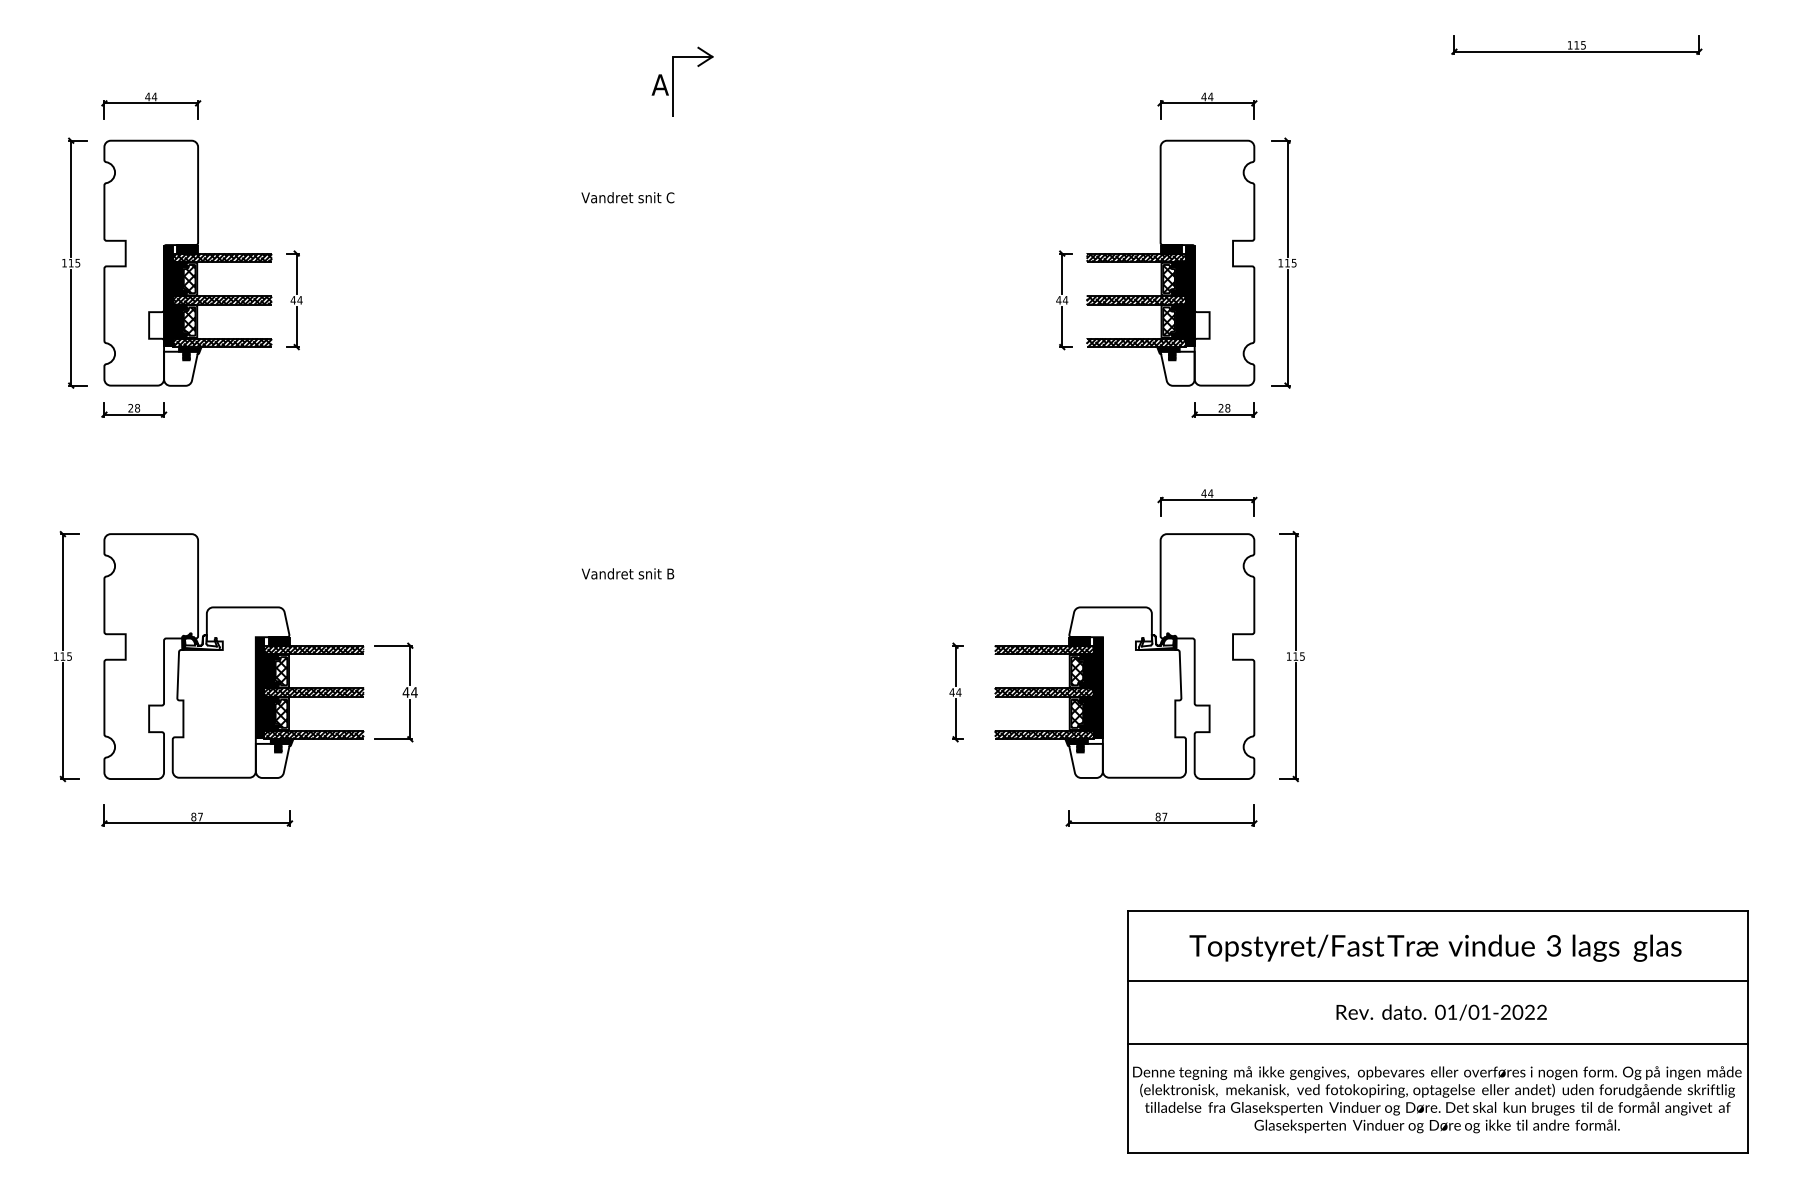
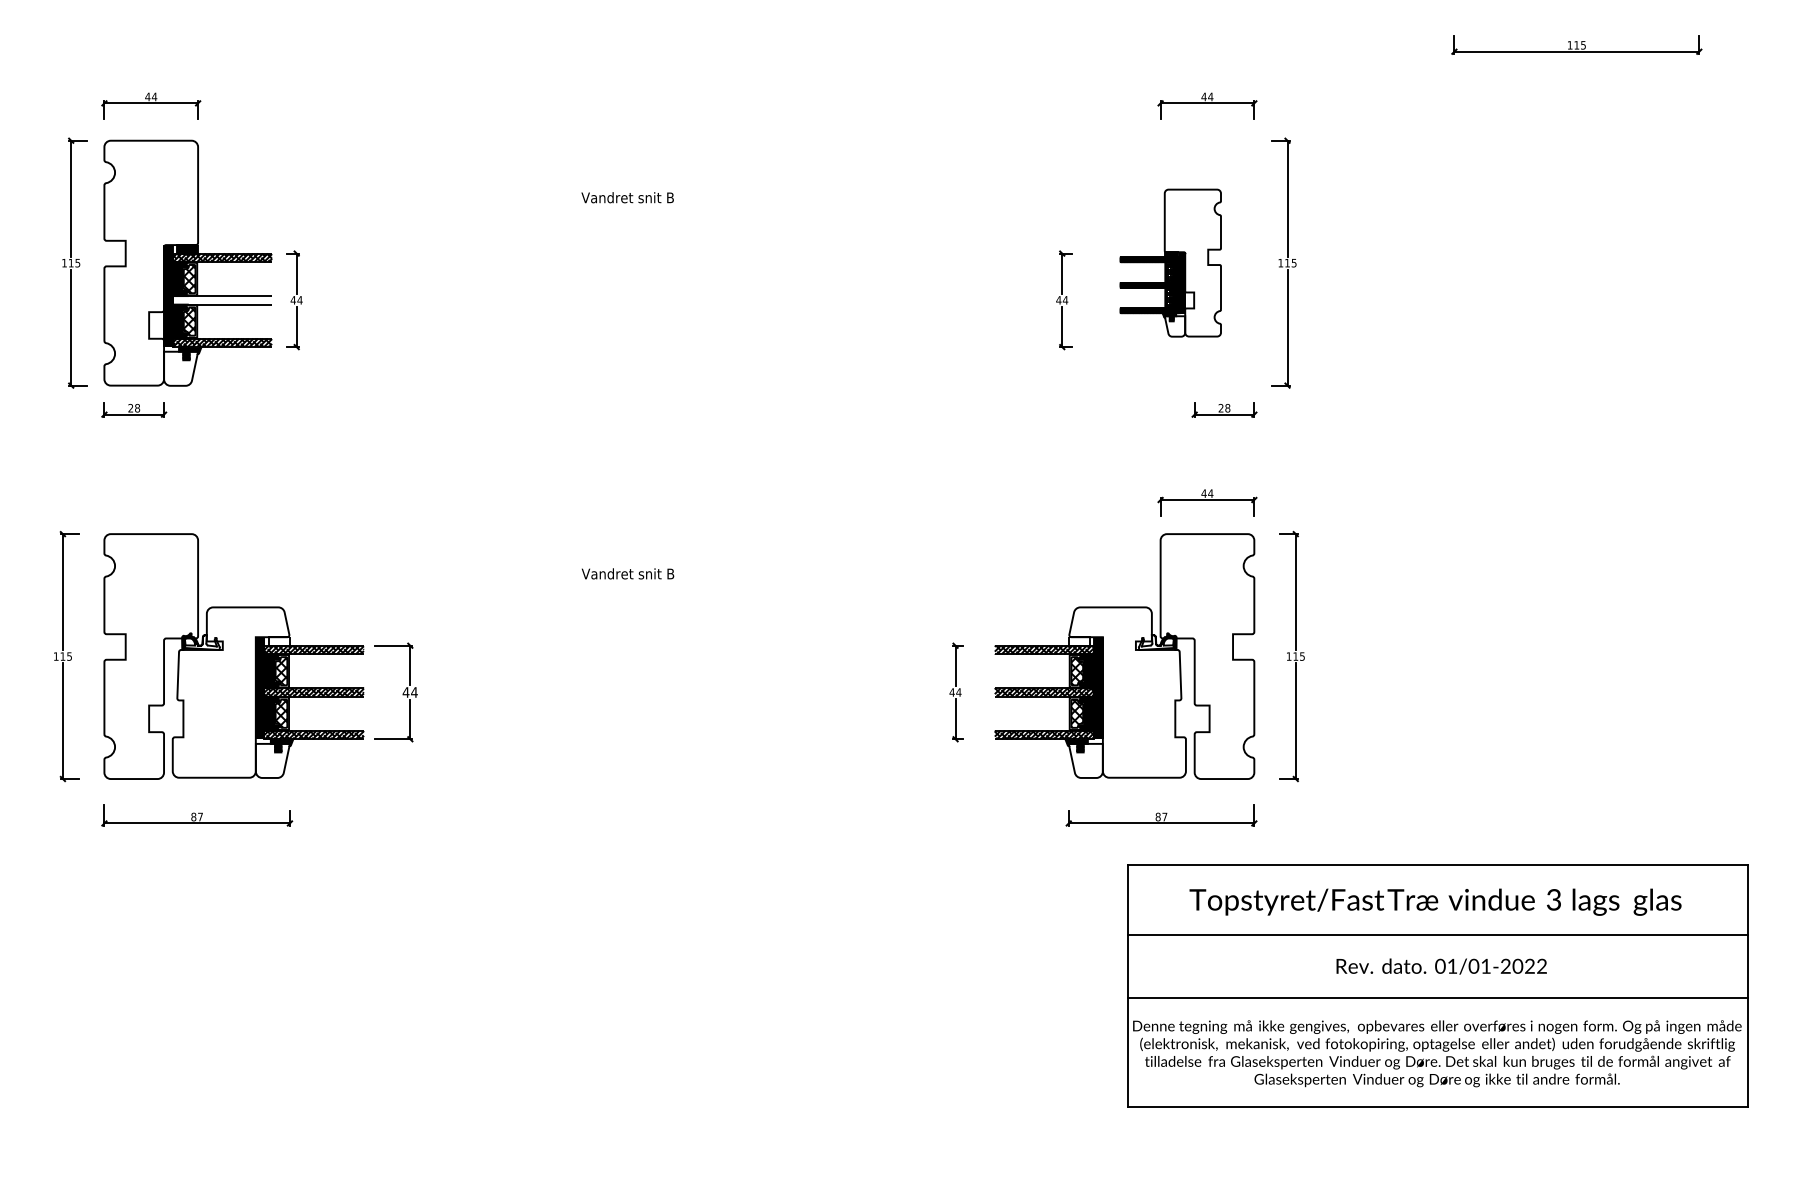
part at (673, 81): present -> none
text at (670, 197): Vandret snit C -> Vandret snit B
part at (1170, 262) size: 170x248 px -> 103x150 px
hatch at (222, 300): present -> none
fill at (278, 641): present -> none
fill at (1079, 641): present -> none
part at (1437, 1031) position: (1437, 1031) -> (1437, 985)
